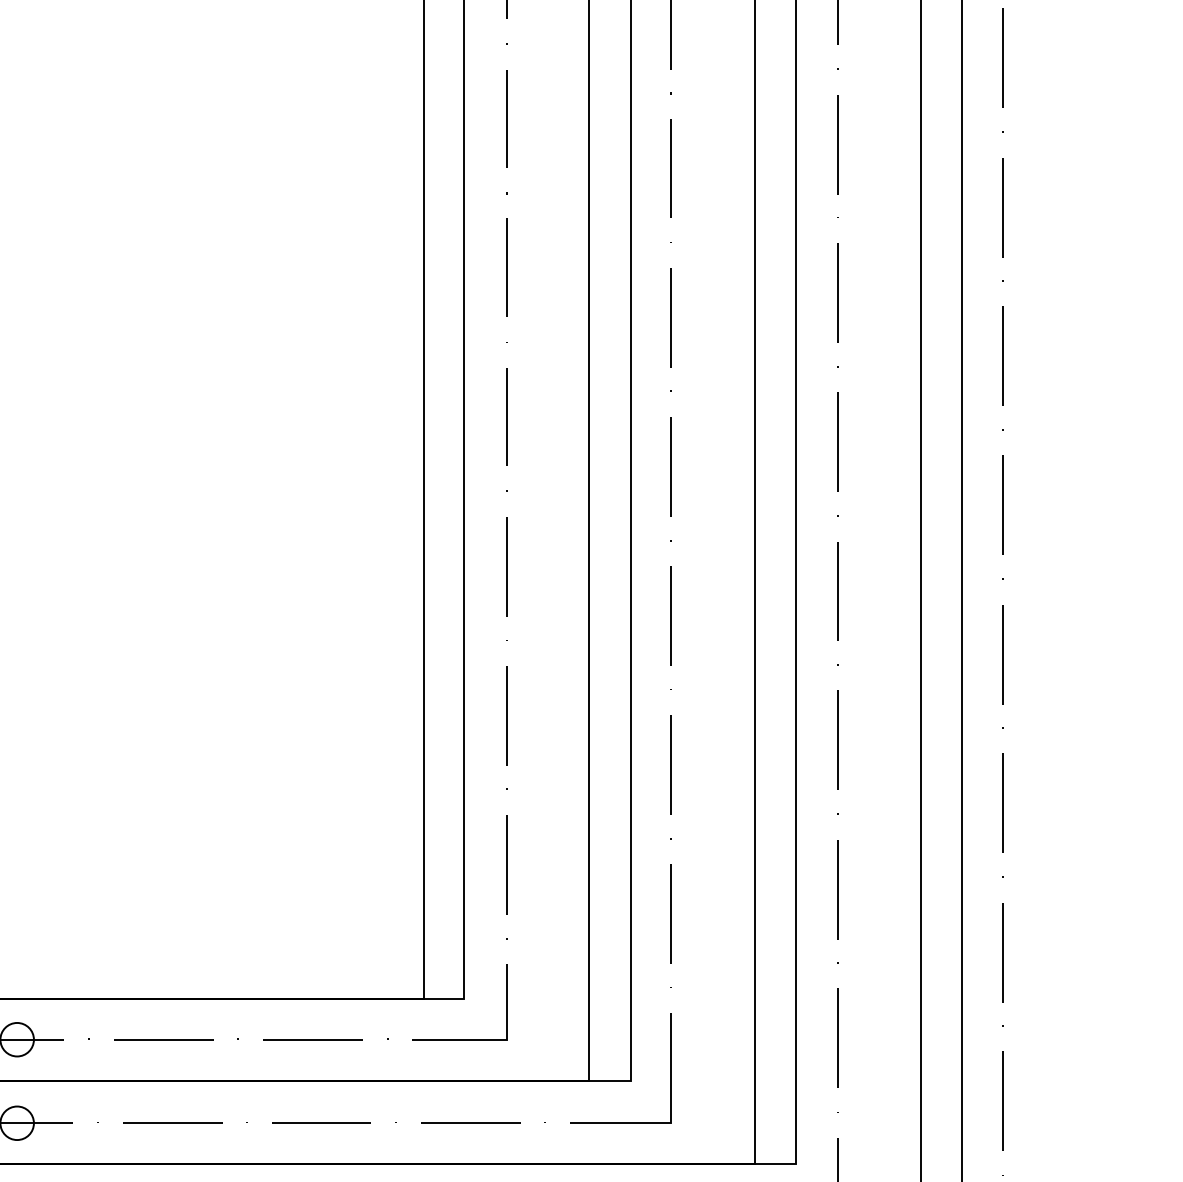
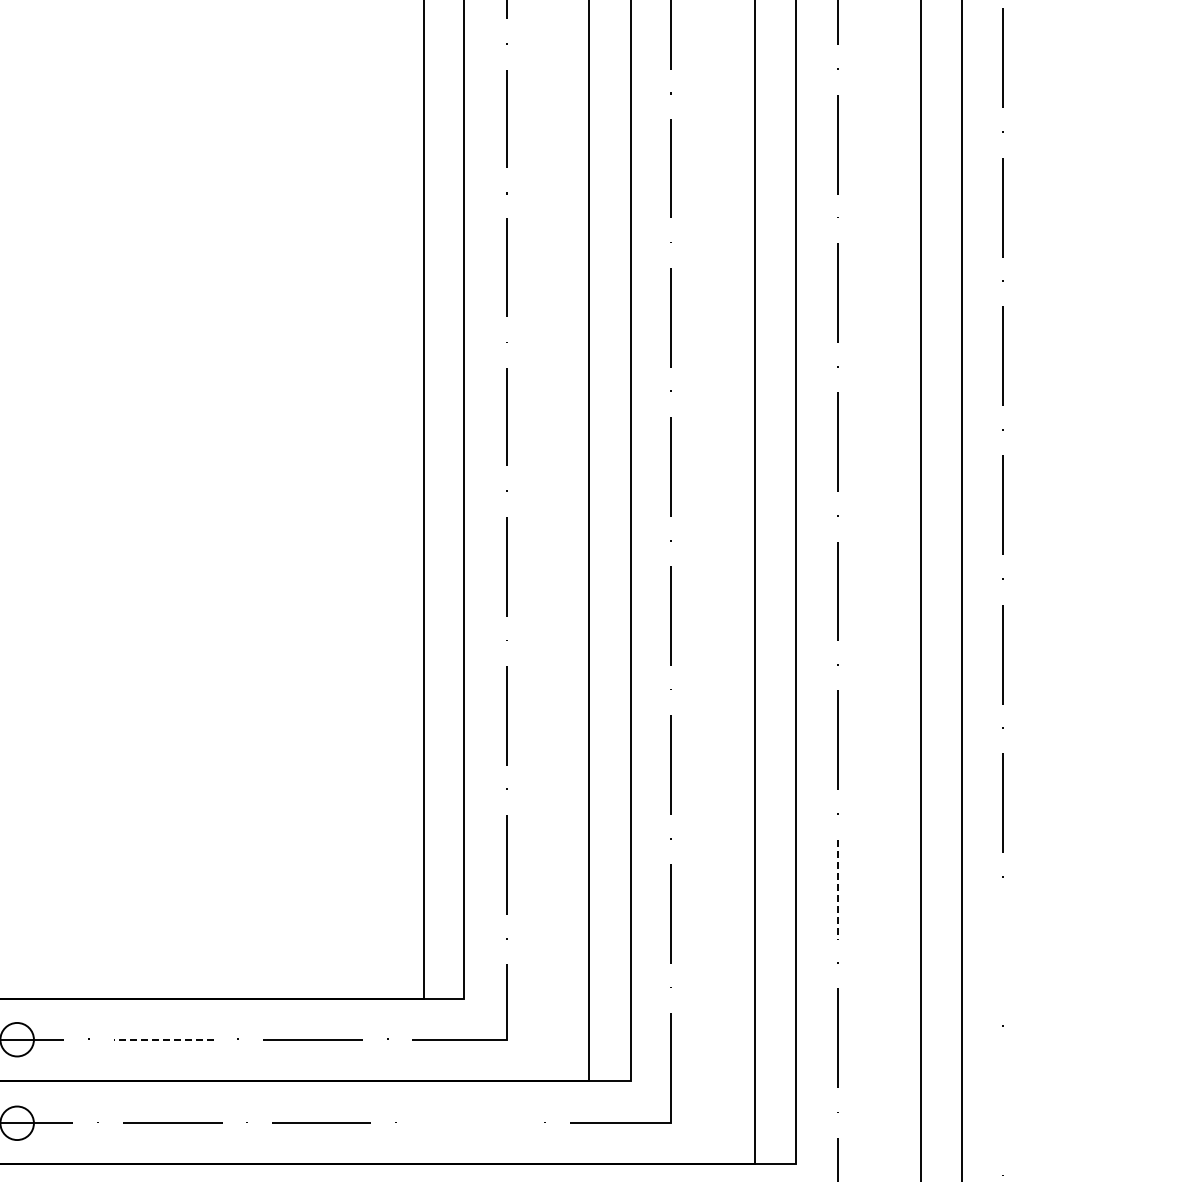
line at (837, 889): solid -> dashed
line at (1002, 952): present -> none
line at (163, 1039): solid -> dashed
line at (1002, 1100): present -> none
line at (470, 1122): present -> none
